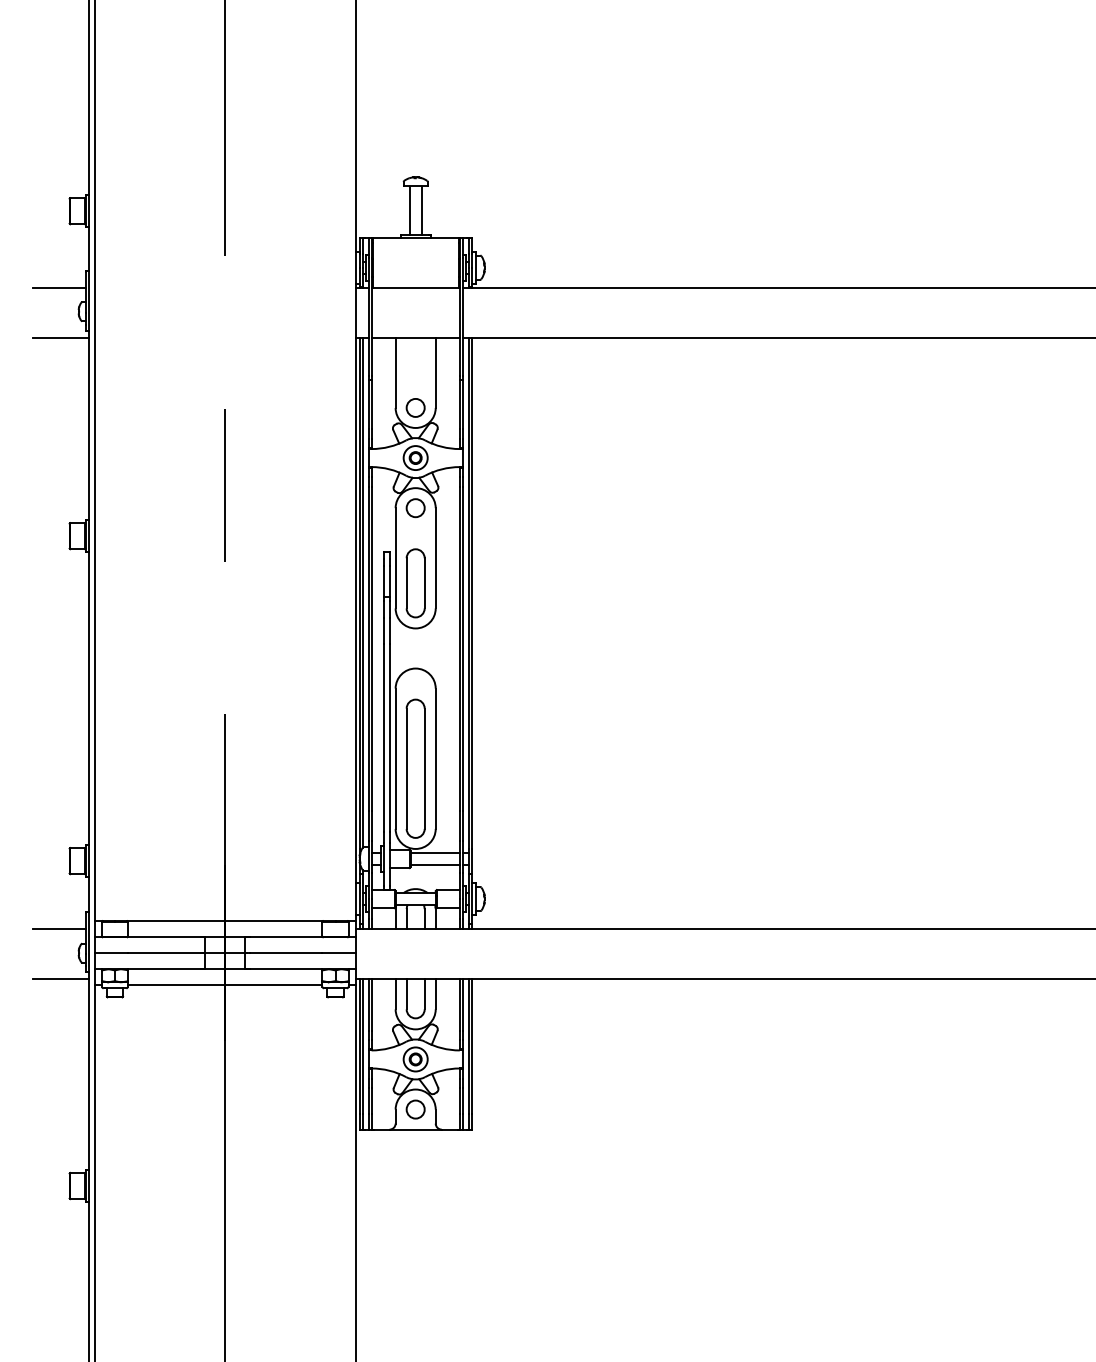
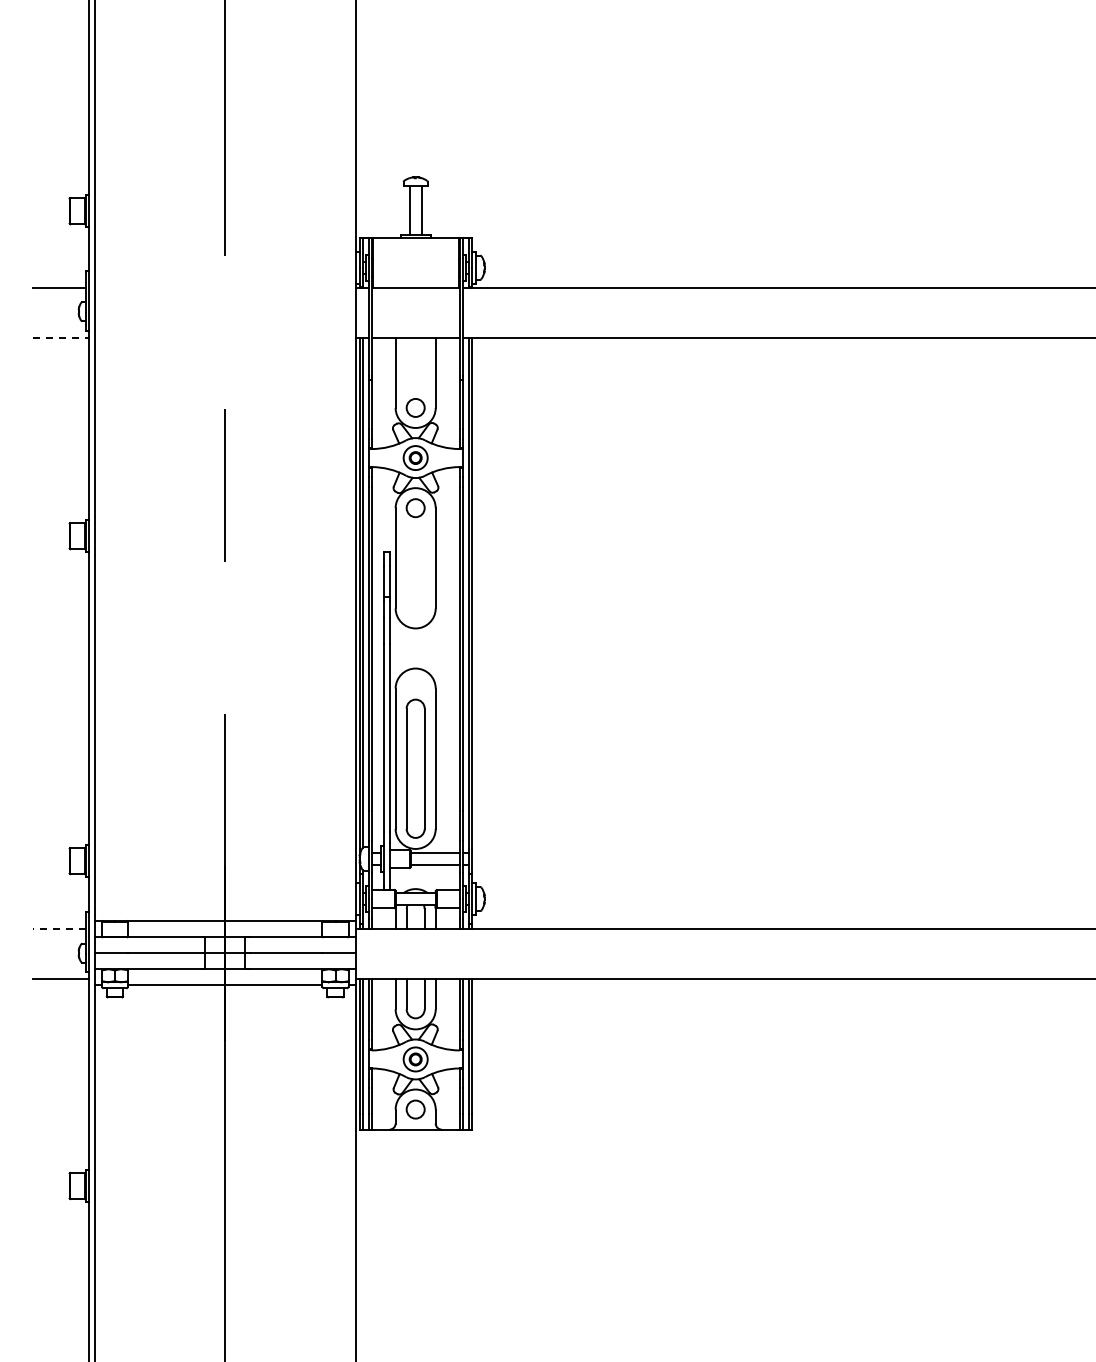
line at (61, 337): solid -> dashed
part at (415, 583): present -> none
line at (59, 929): solid -> dashed
